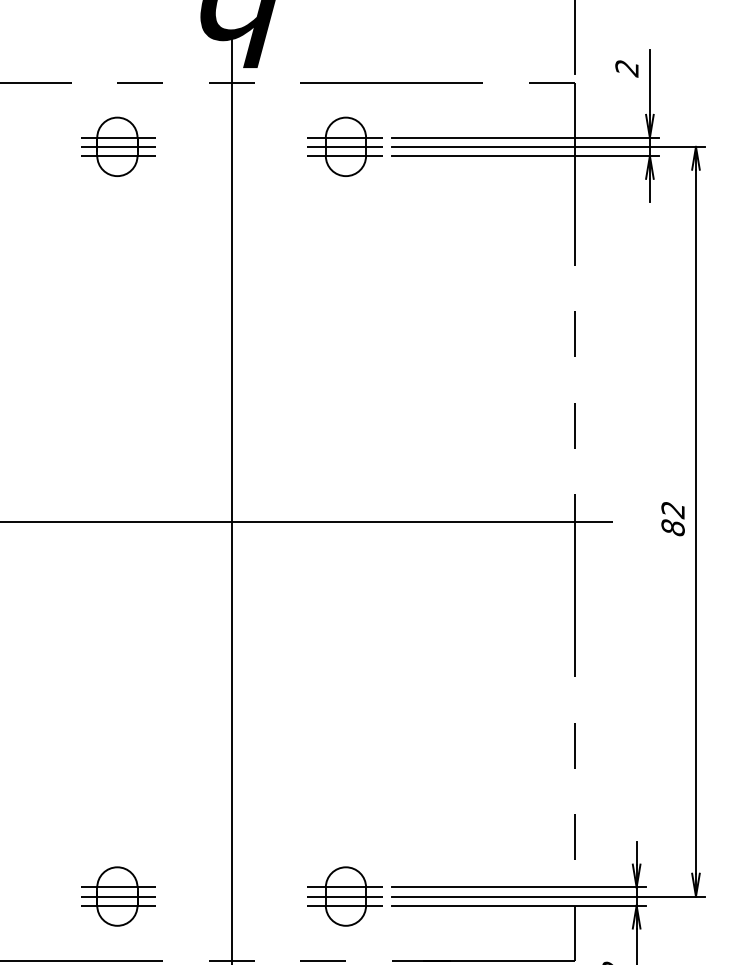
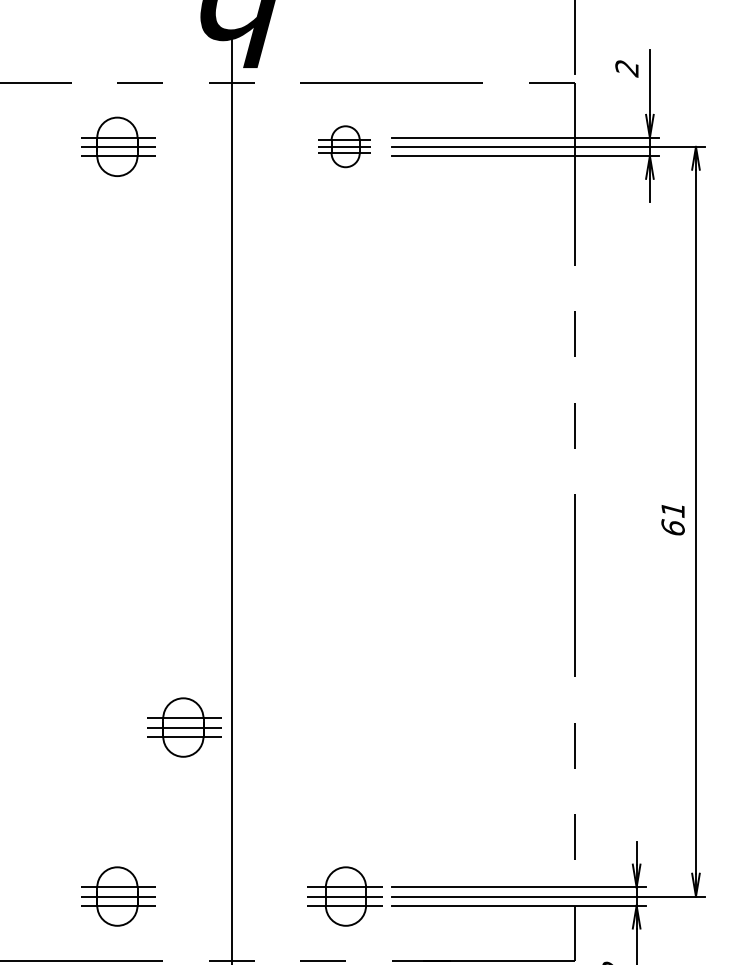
part at (344, 146) size: 76x61 px -> 53x44 px
text at (672, 519): 82 -> 61
line at (307, 521): present -> none
part at (184, 727): none -> present
